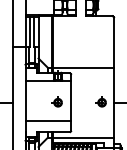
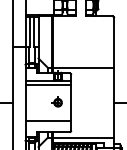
line at (48, 84): none -> present
part at (100, 101): present -> none
